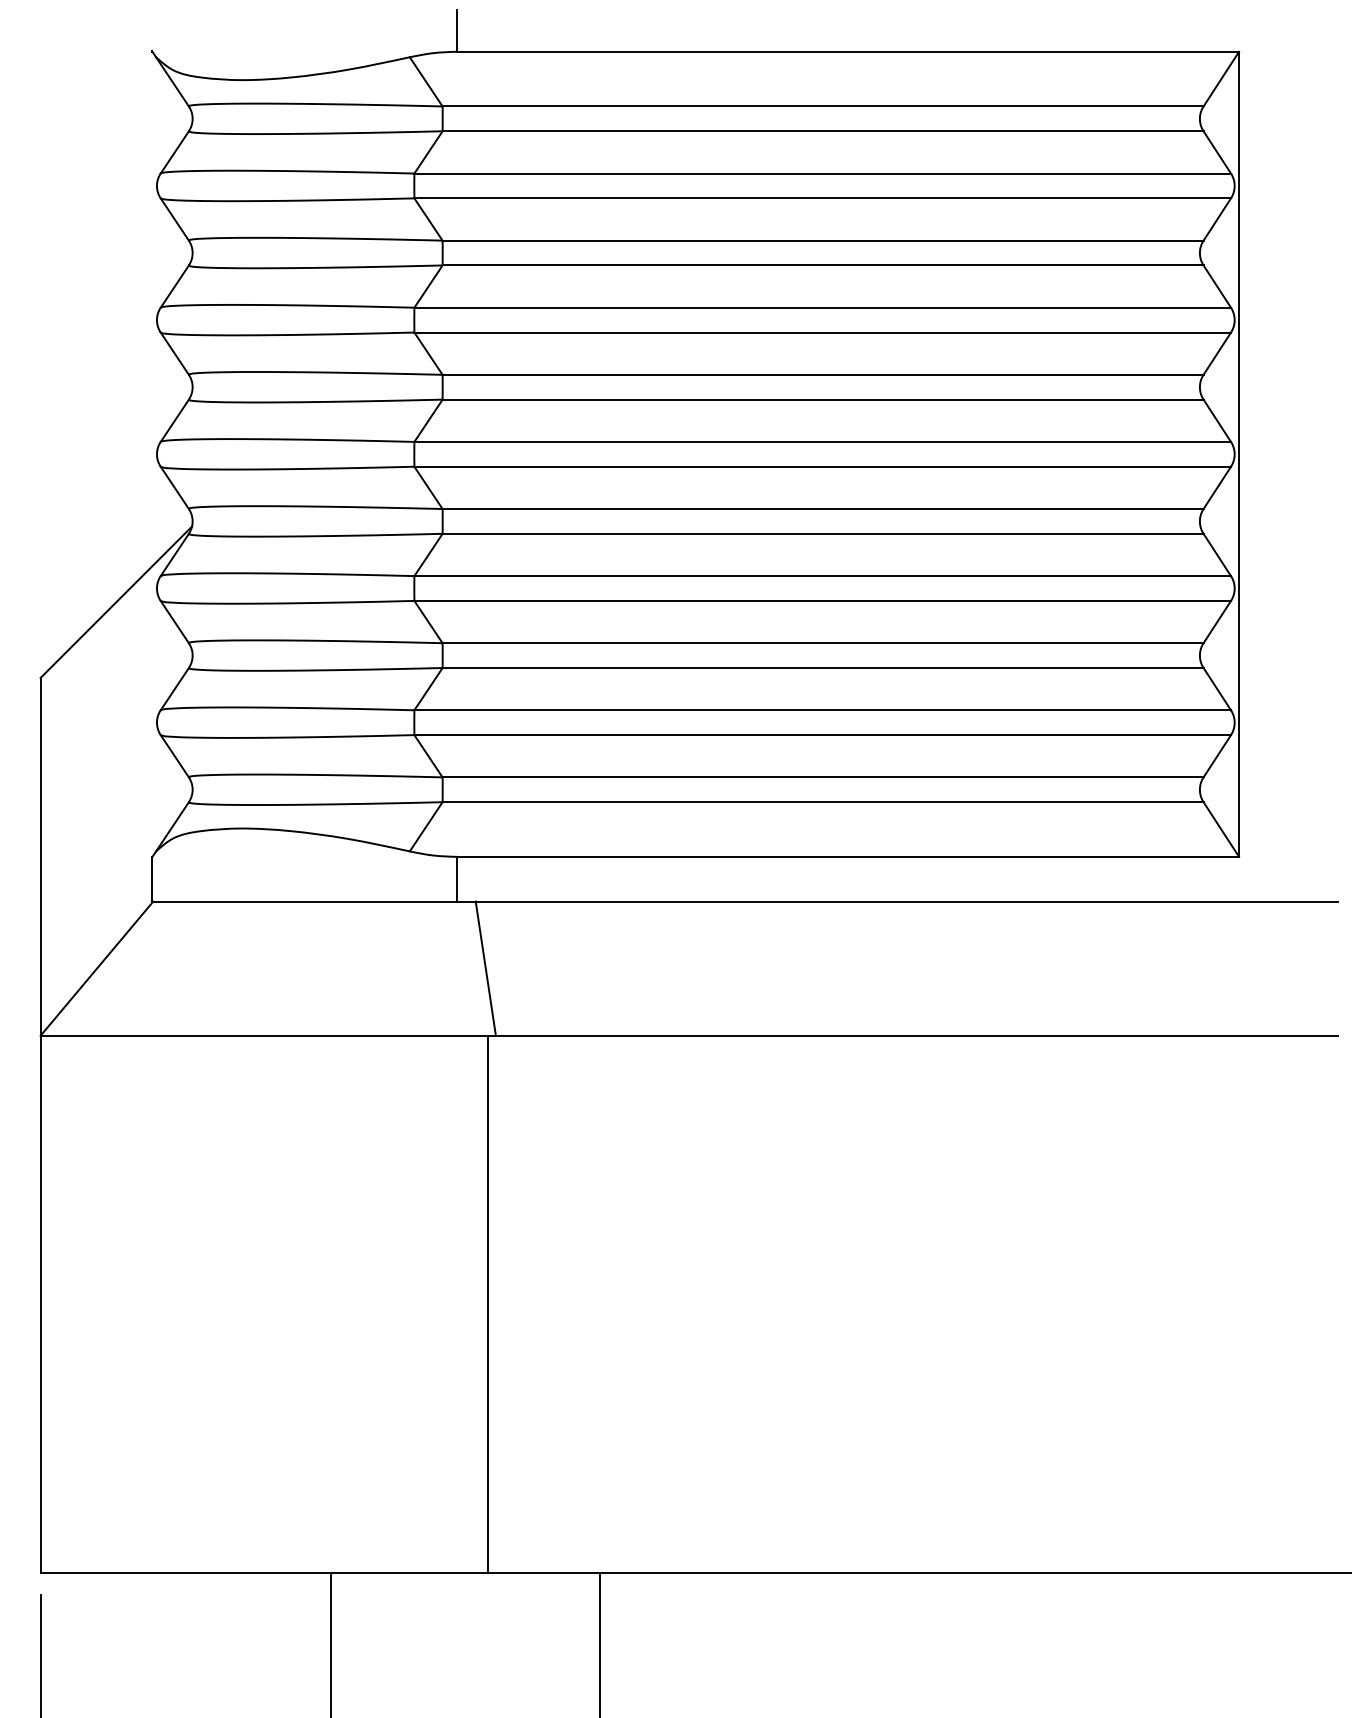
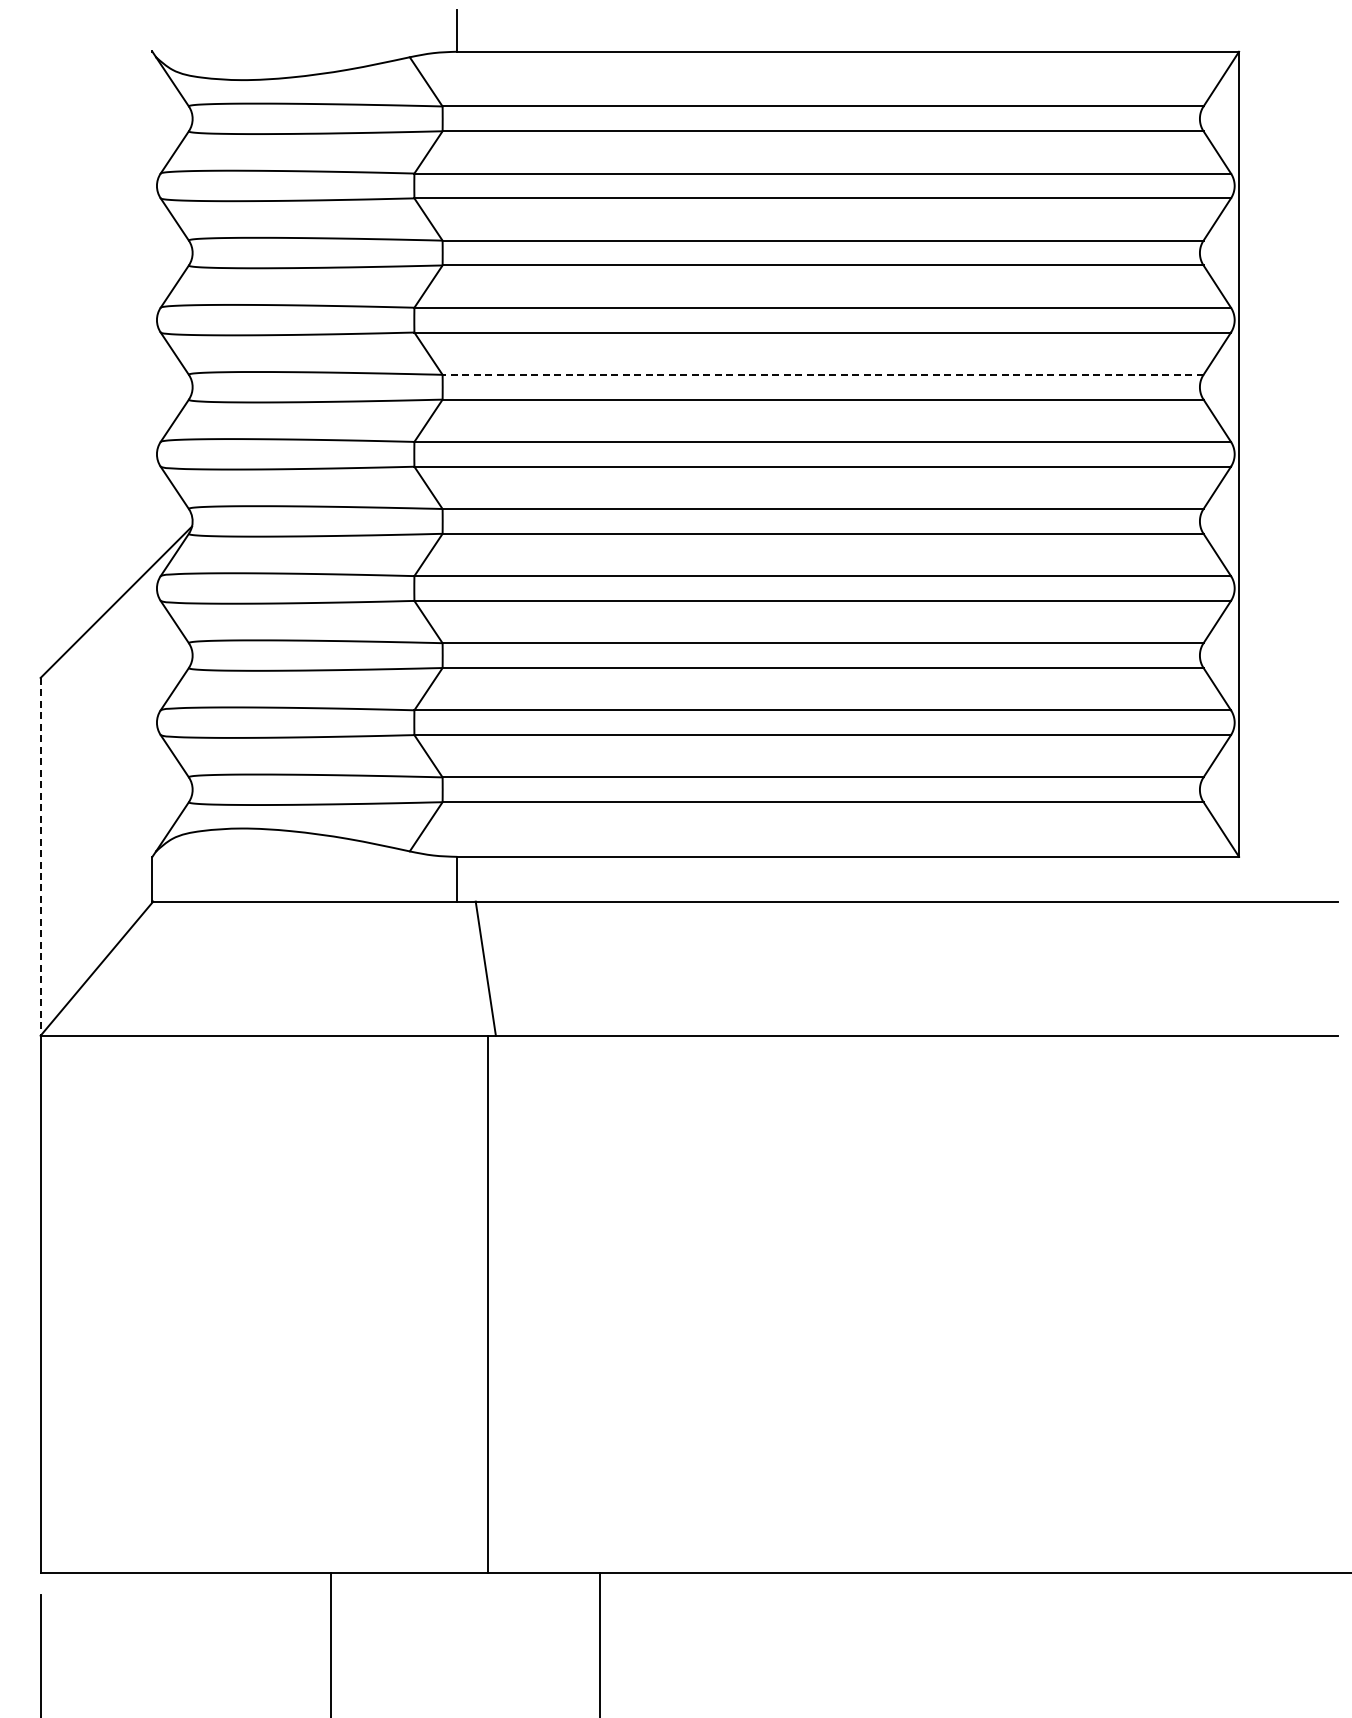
line at (823, 374): solid -> dashed
line at (40, 856): solid -> dashed
